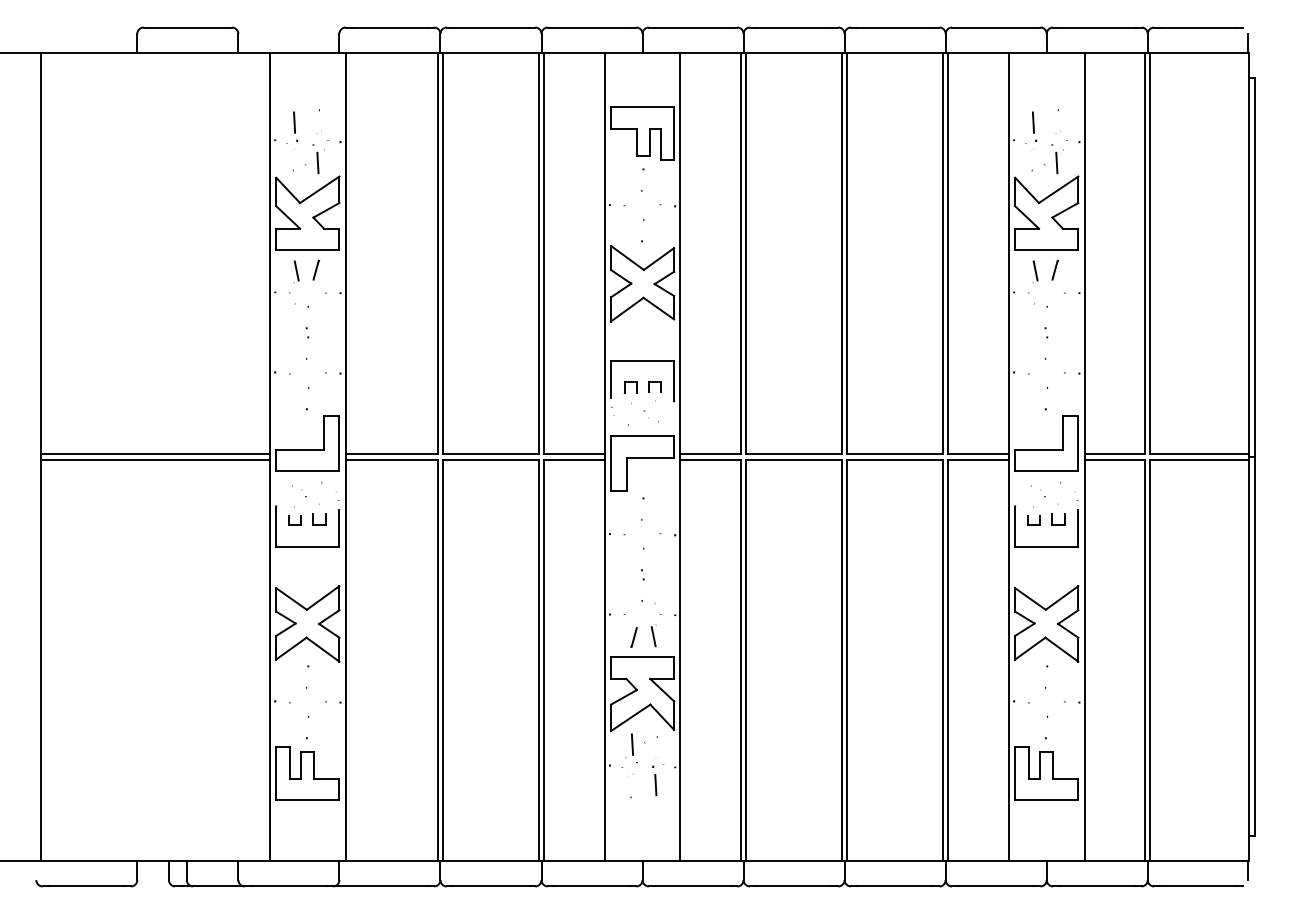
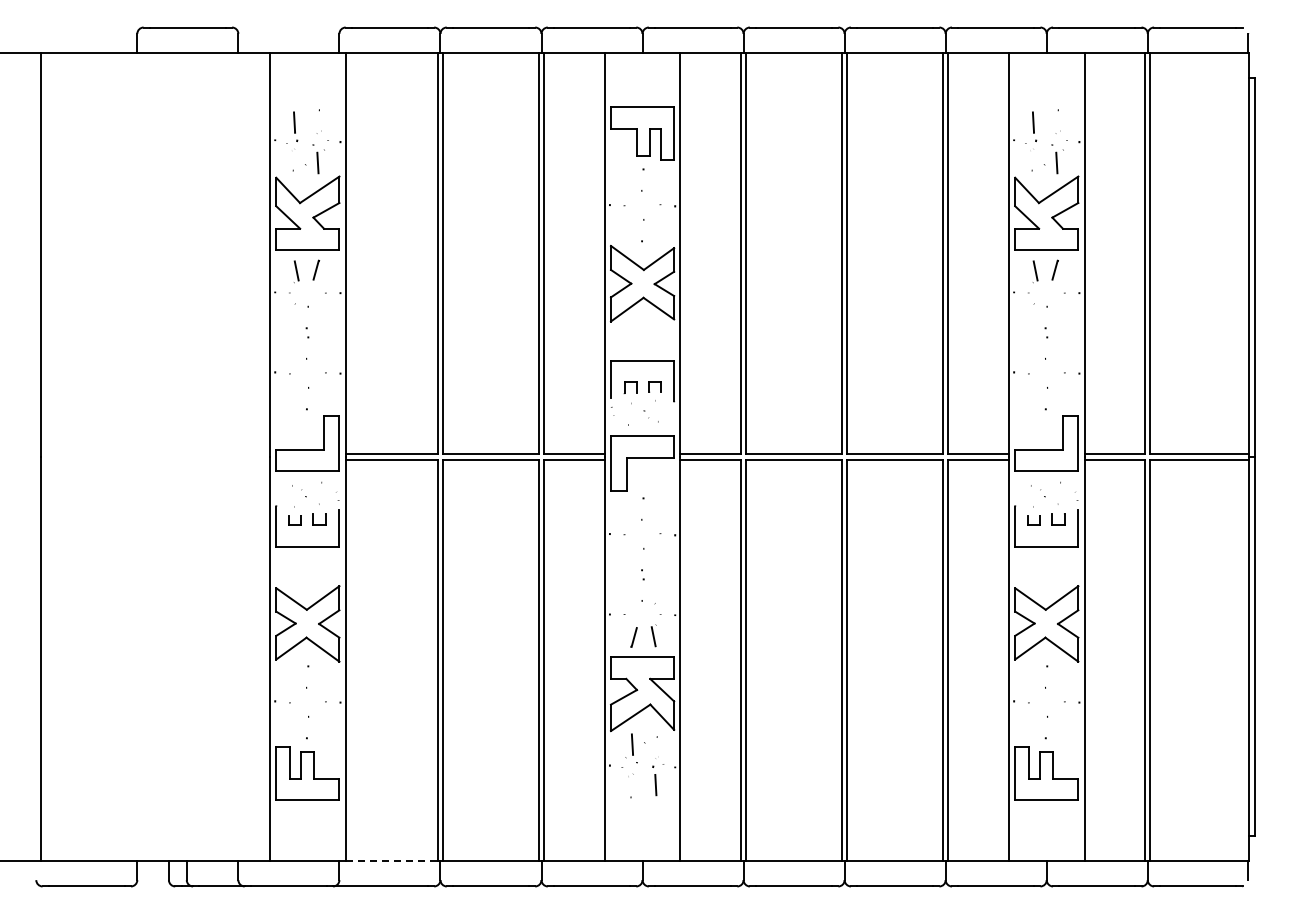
line at (155, 453): present -> none
line at (155, 460): present -> none
line at (392, 861): solid -> dashed
